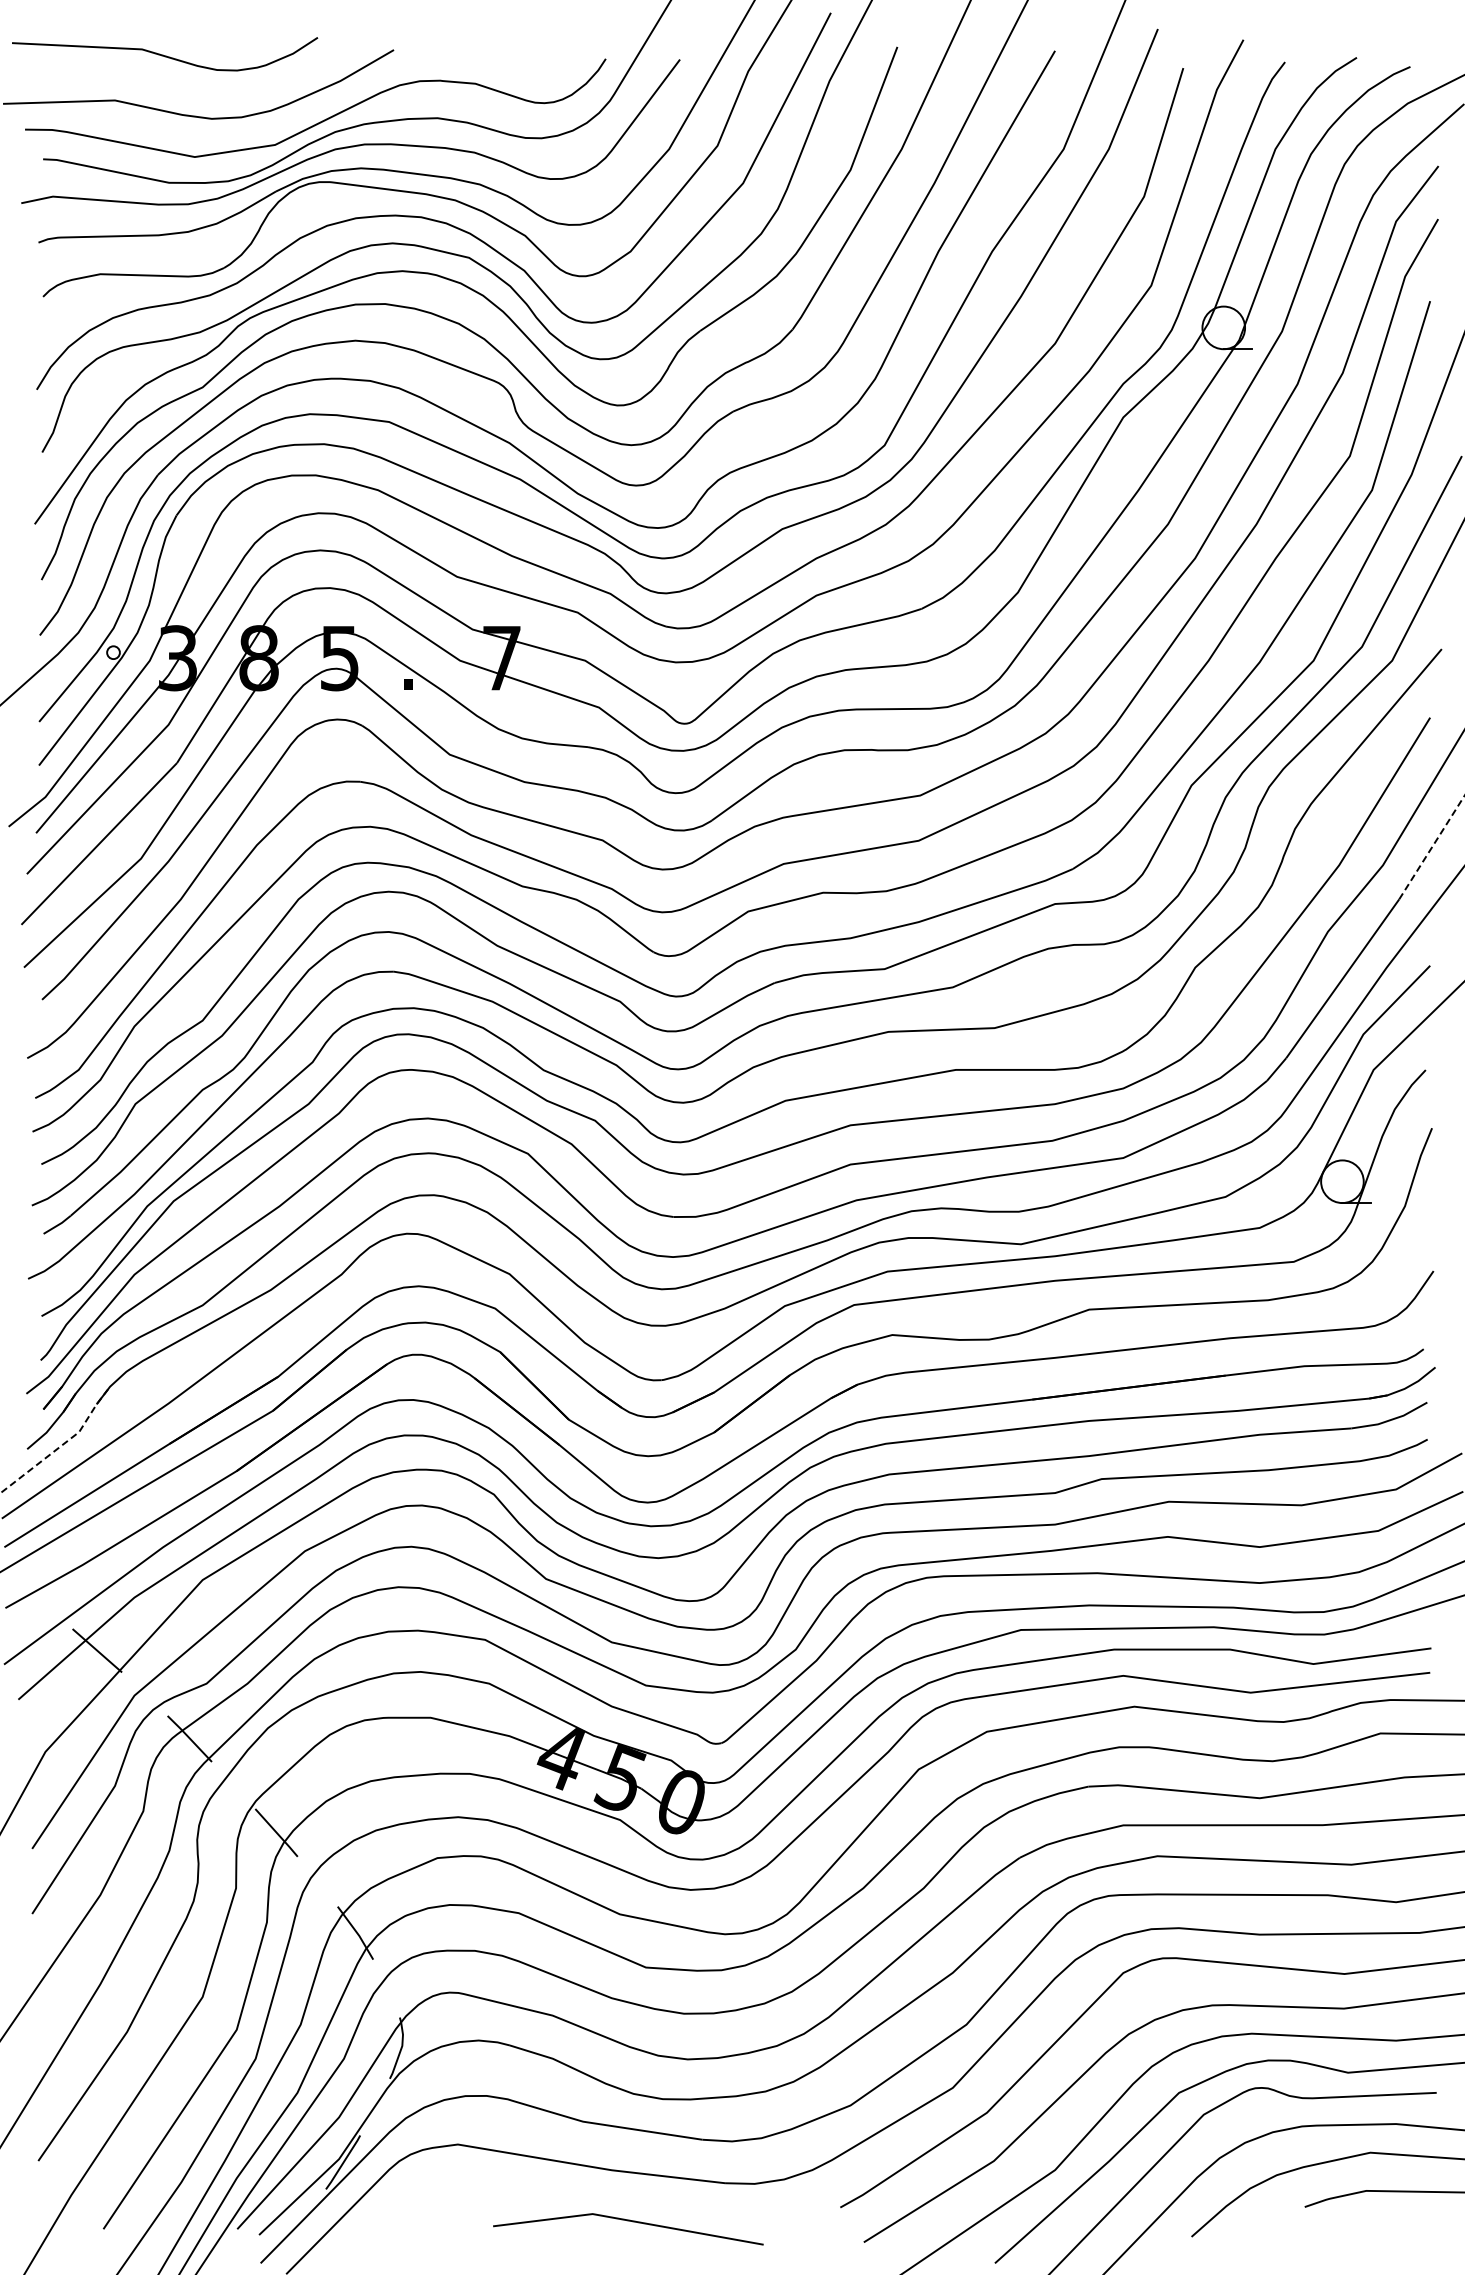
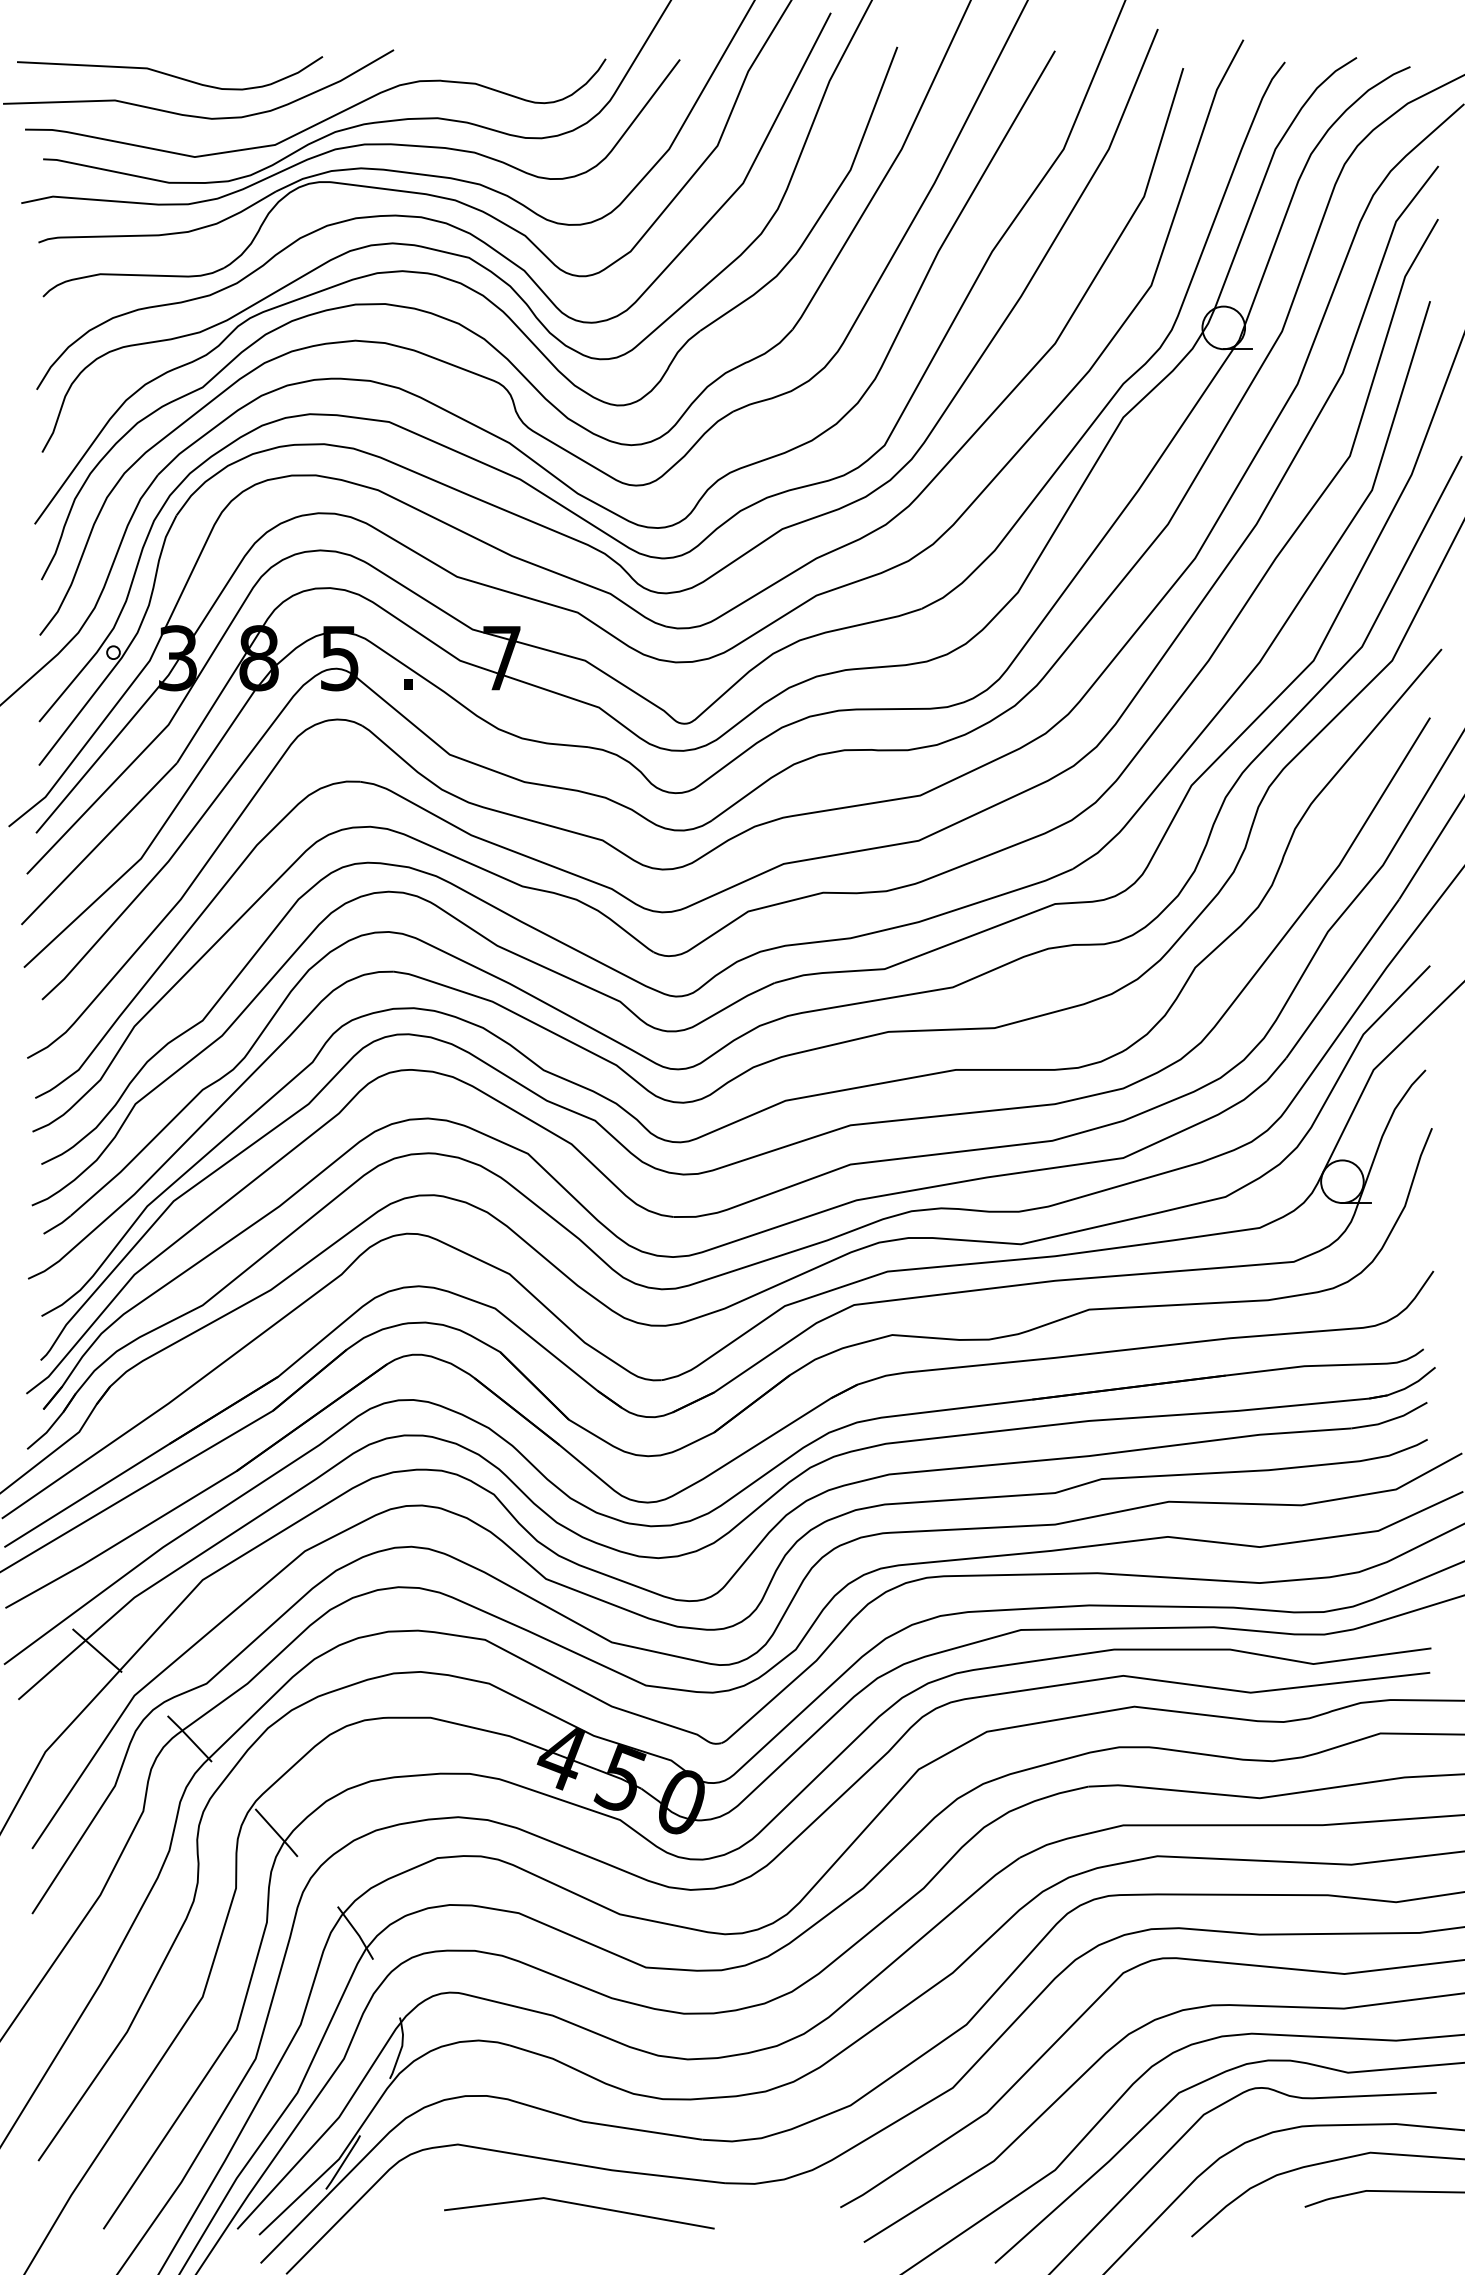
curve at (165, 55) position: (165, 55) -> (170, 74)
line at (1432, 847): dashed -> solid
line at (62, 1444): dashed -> solid
line at (628, 2221) position: (628, 2221) -> (579, 2205)
